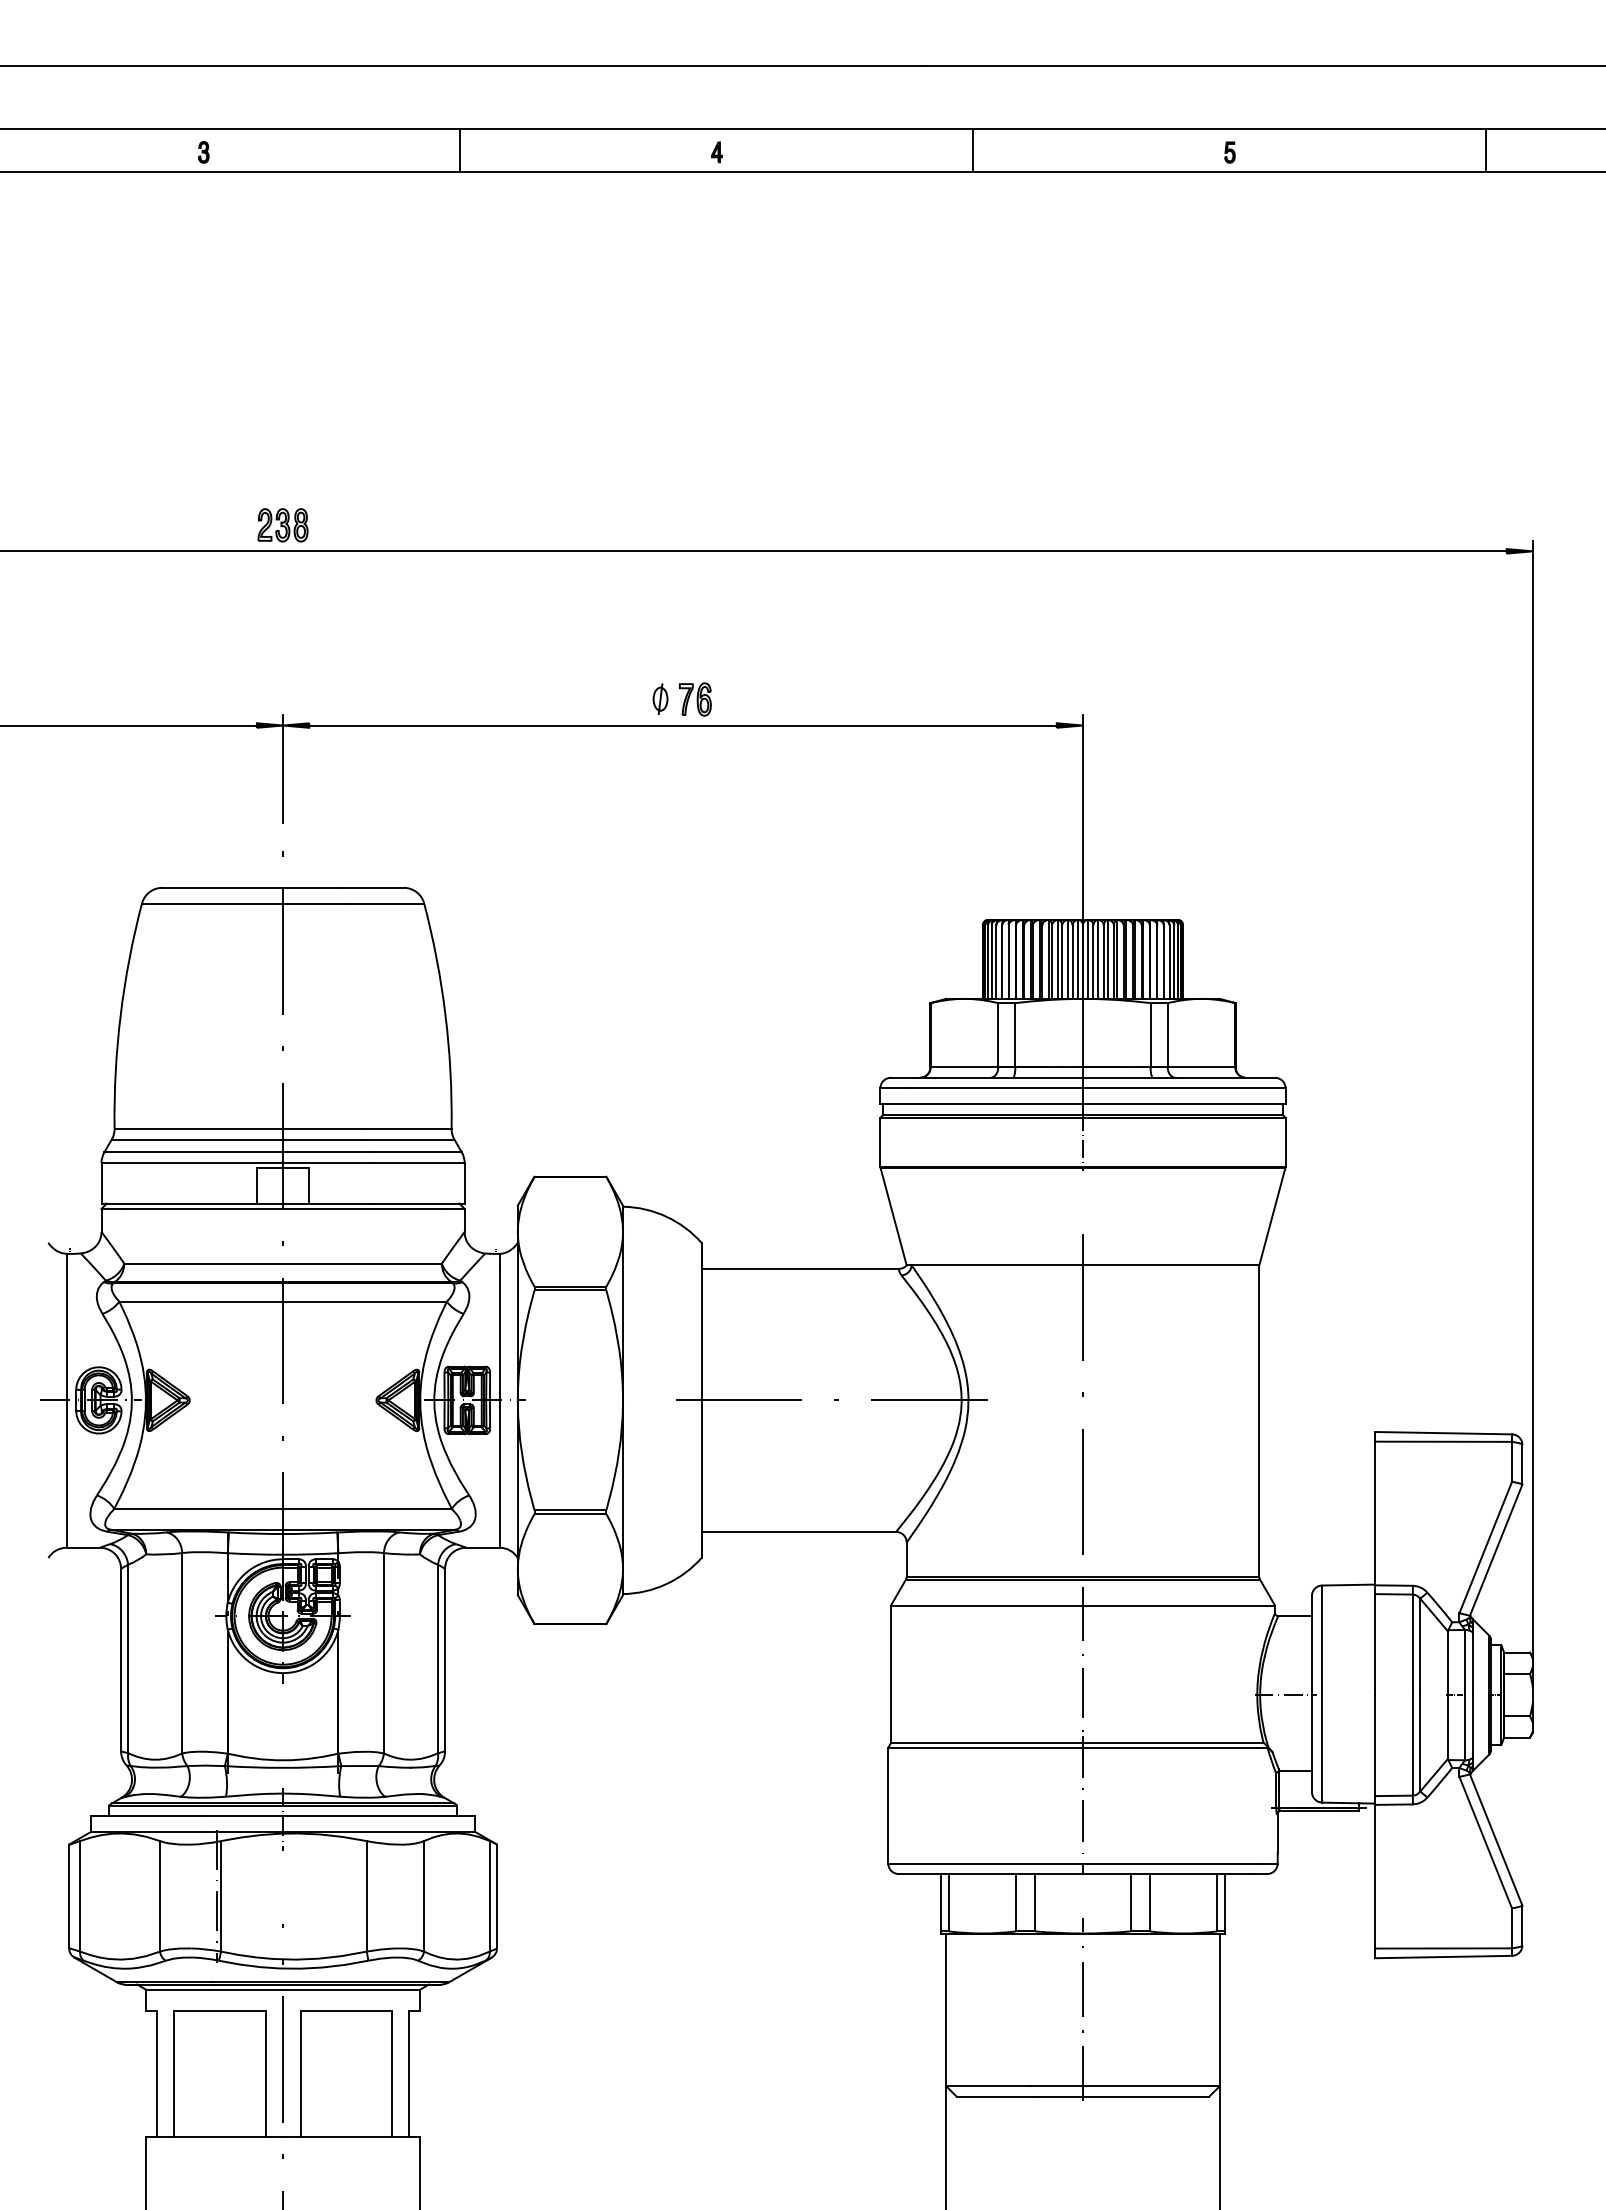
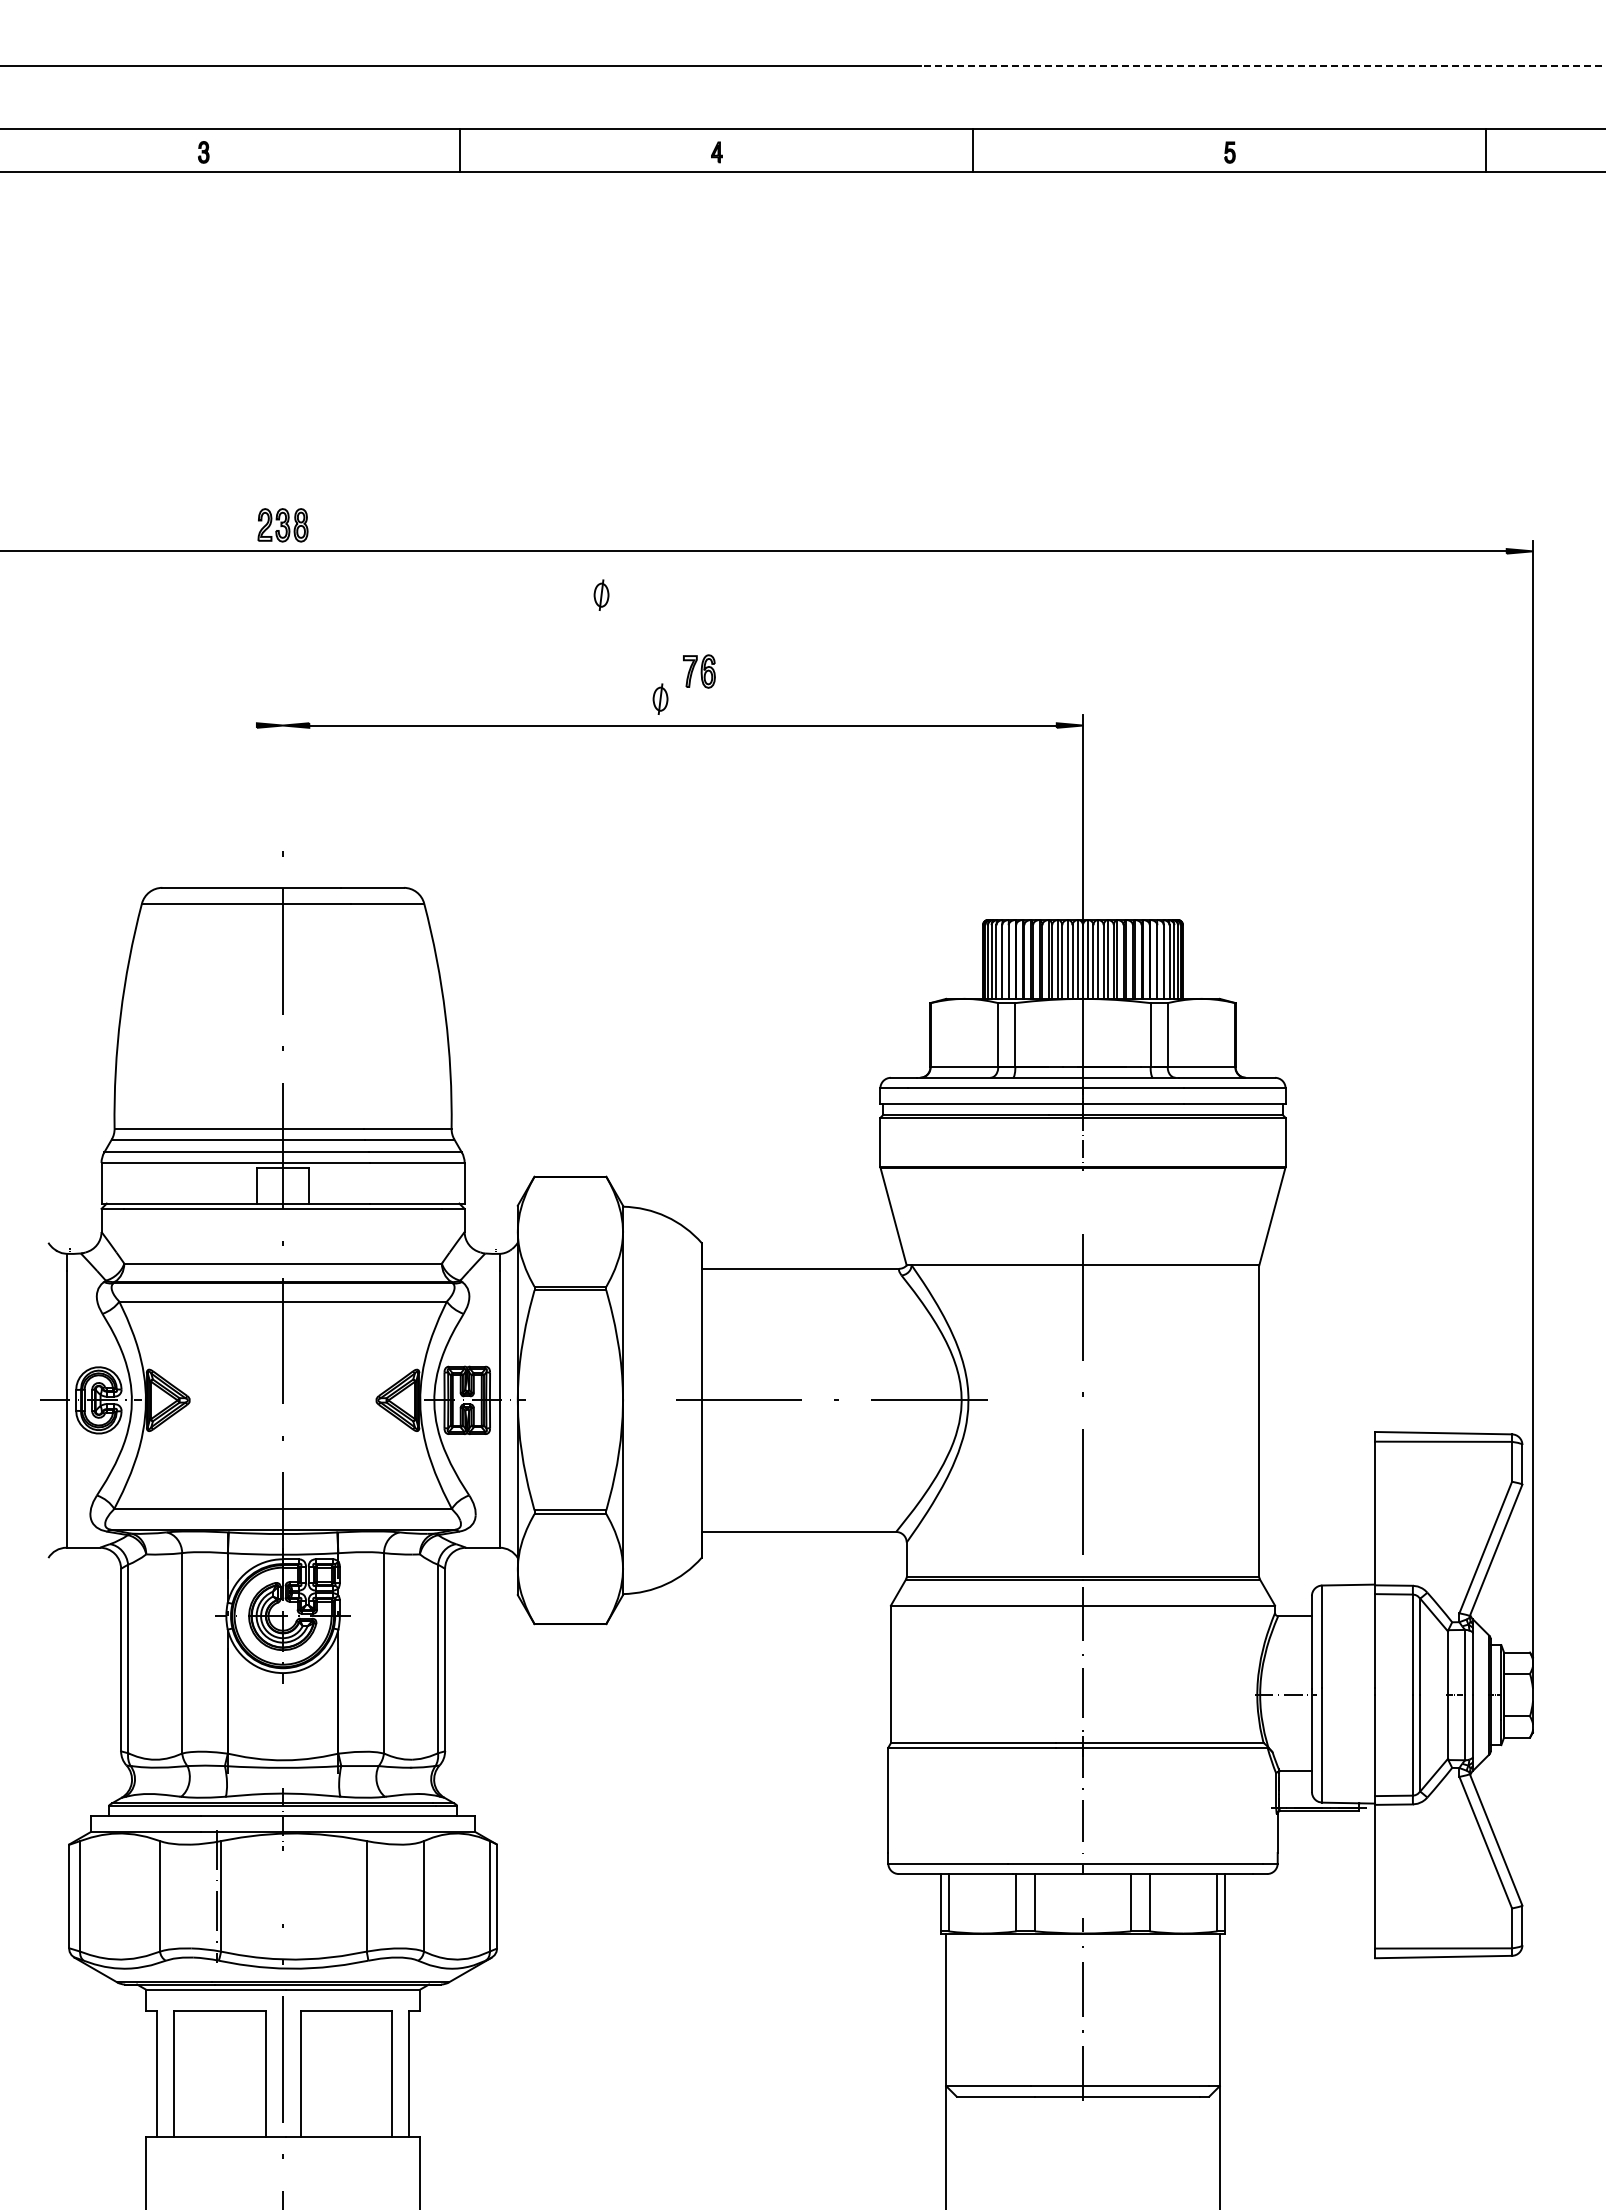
line at (1262, 66): solid -> dashed
part at (601, 594): none -> present
part at (695, 699) position: (695, 699) -> (699, 671)
line at (129, 725): present -> none
line at (283, 769): present -> none
